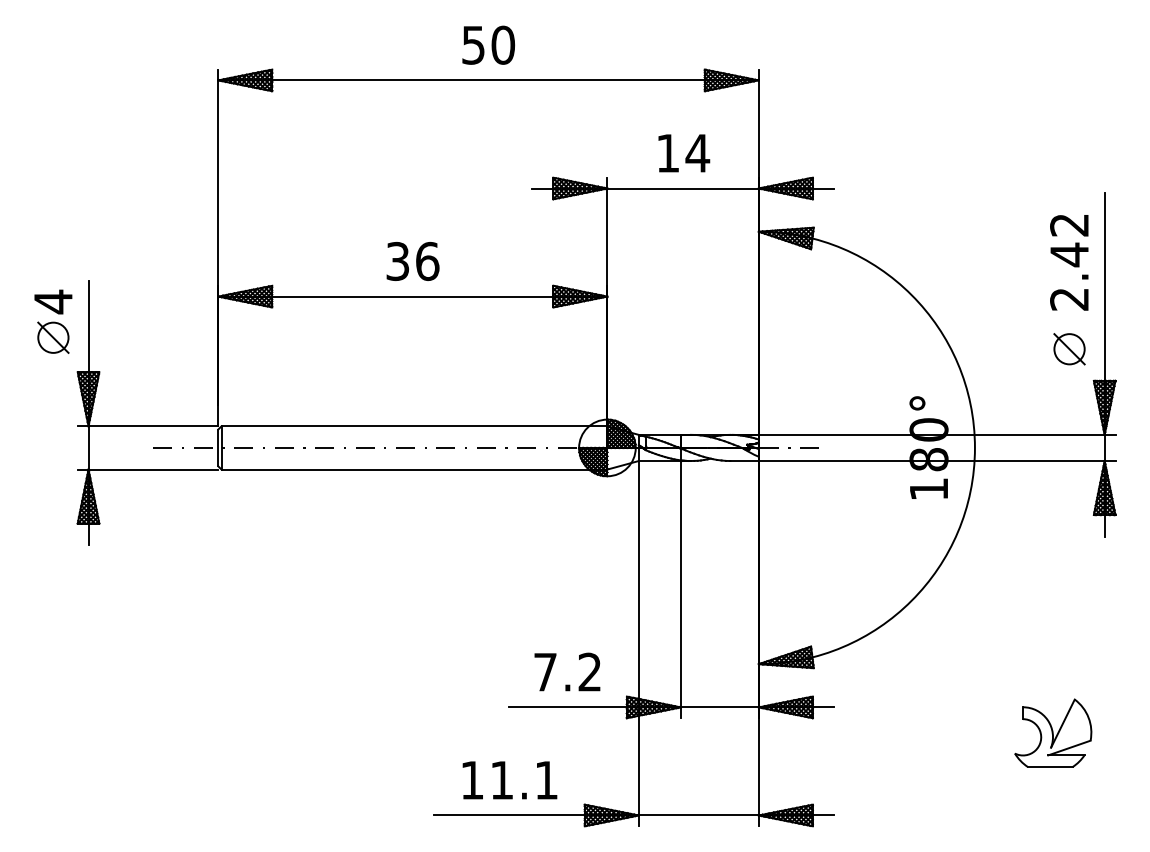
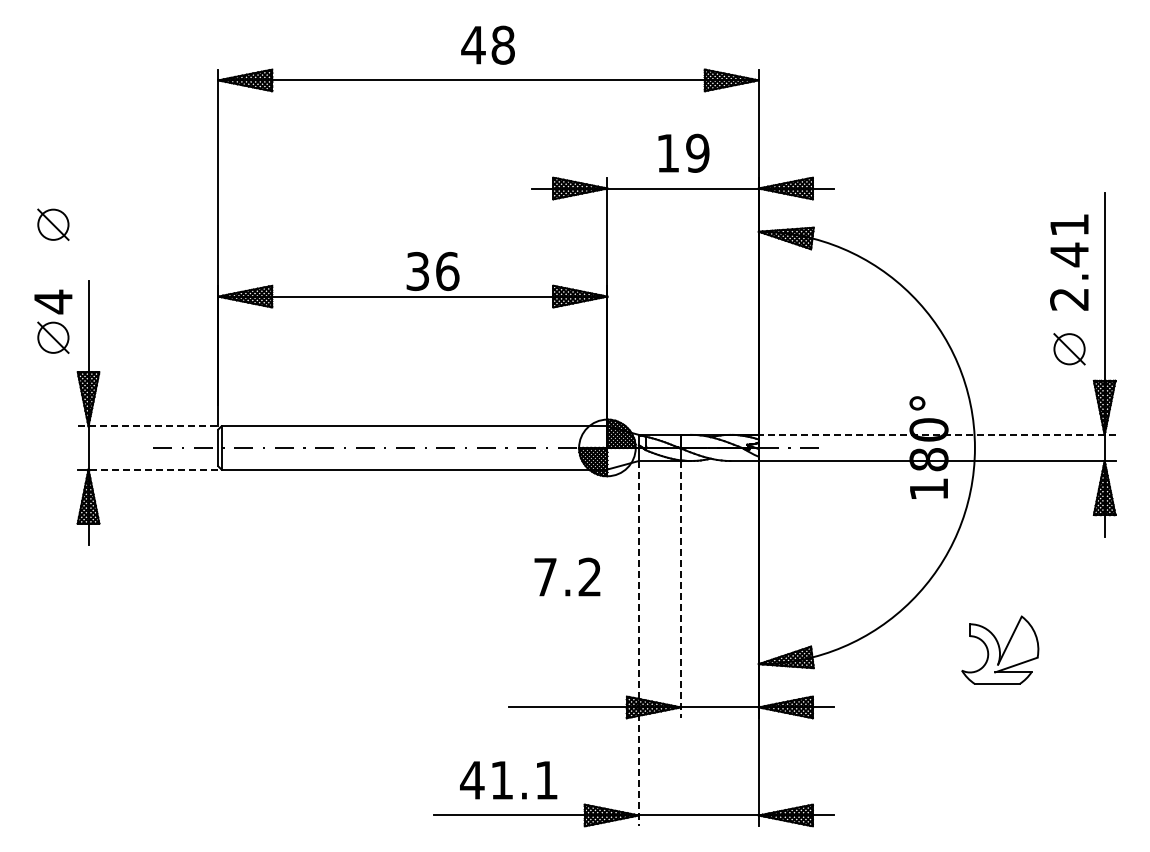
text at (488, 44): 50 -> 48
text at (697, 152): 14 -> 19
part at (53, 224): none -> present
text at (1069, 225): 2.42 -> 2.41
text at (412, 261) position: (412, 261) -> (432, 271)
line at (148, 426): solid -> dashed
line at (936, 434): solid -> dashed
line at (153, 469): solid -> dashed
line at (680, 589): solid -> dashed
line at (638, 643): solid -> dashed
text at (567, 671) position: (567, 671) -> (567, 576)
part at (1053, 732) position: (1053, 732) -> (1000, 649)
text at (472, 780): 11.1 -> 41.1
